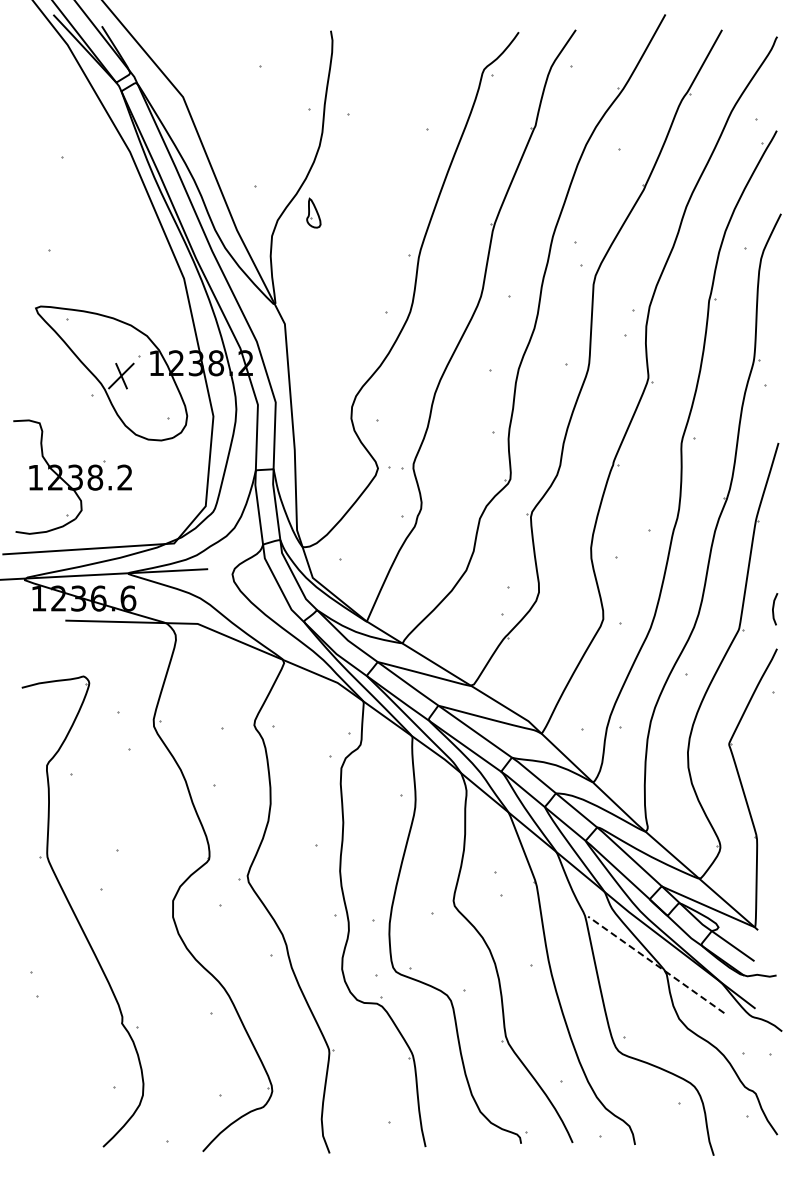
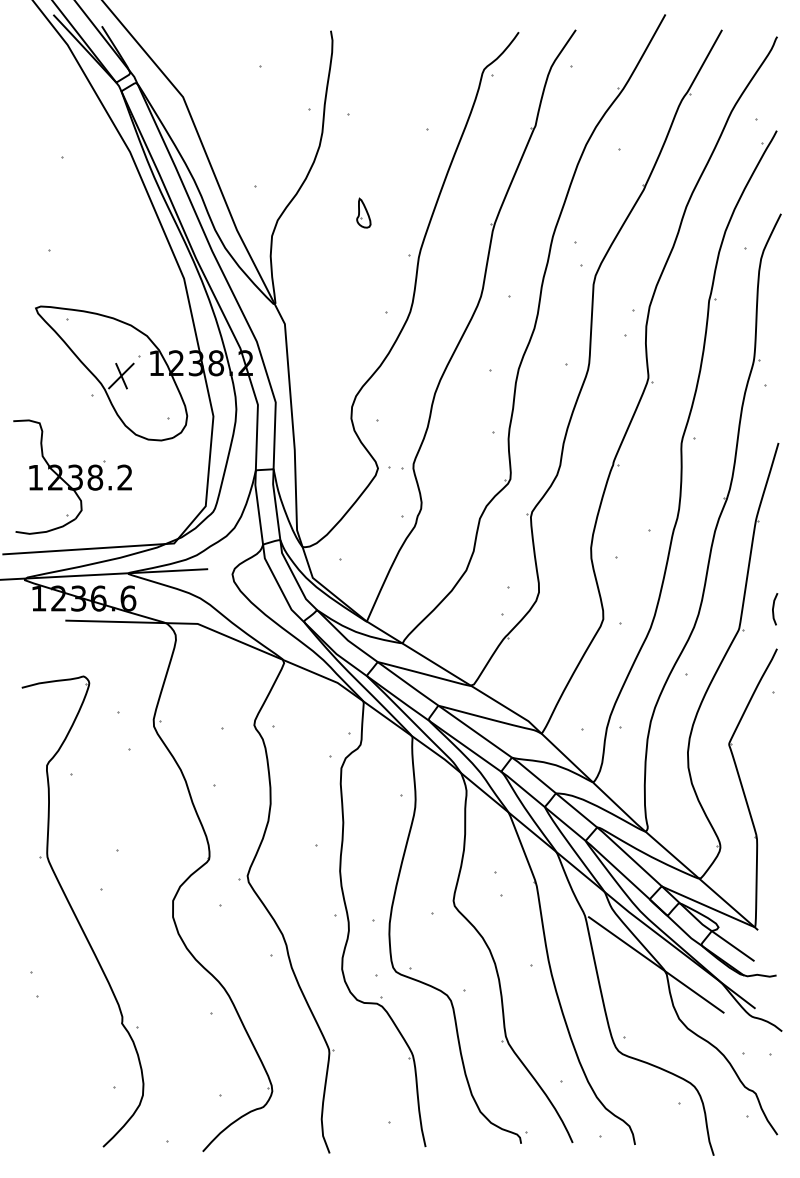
part at (313, 212) position: (313, 212) -> (363, 212)
line at (655, 964): dashed -> solid
